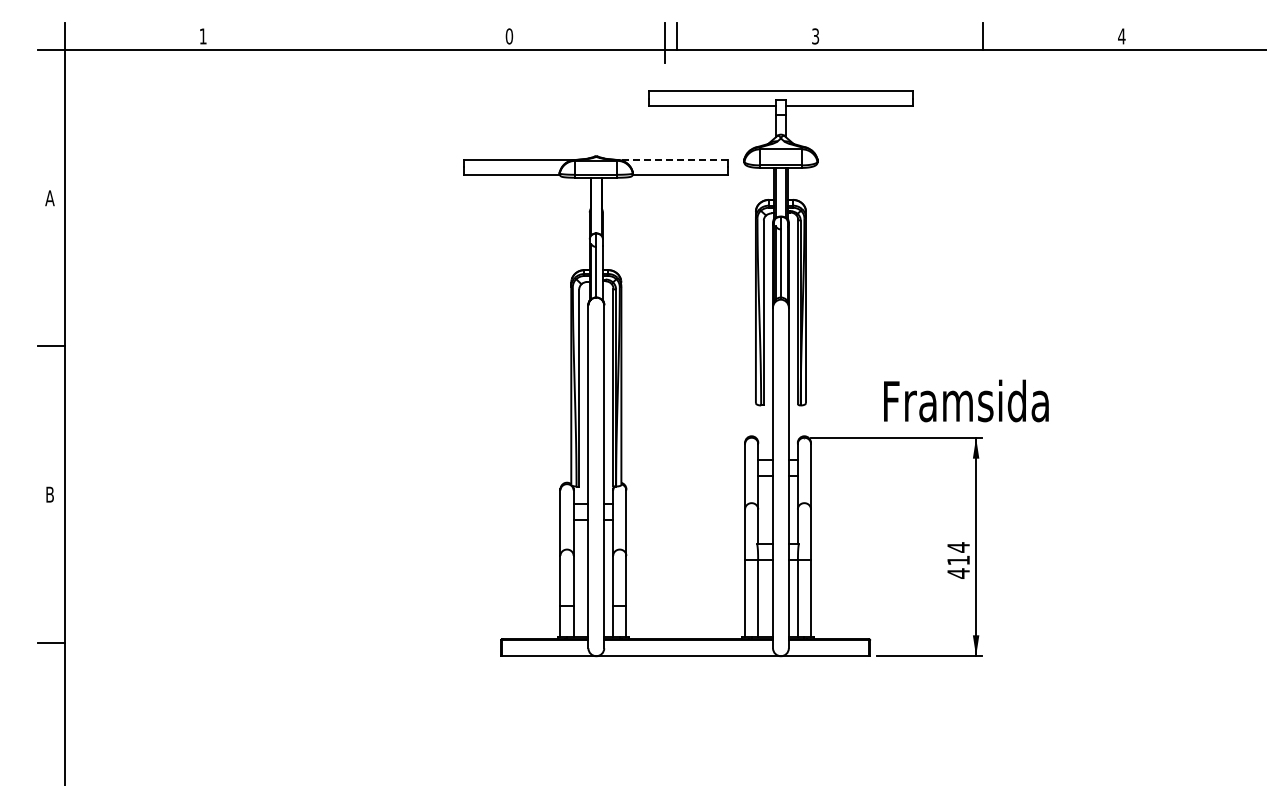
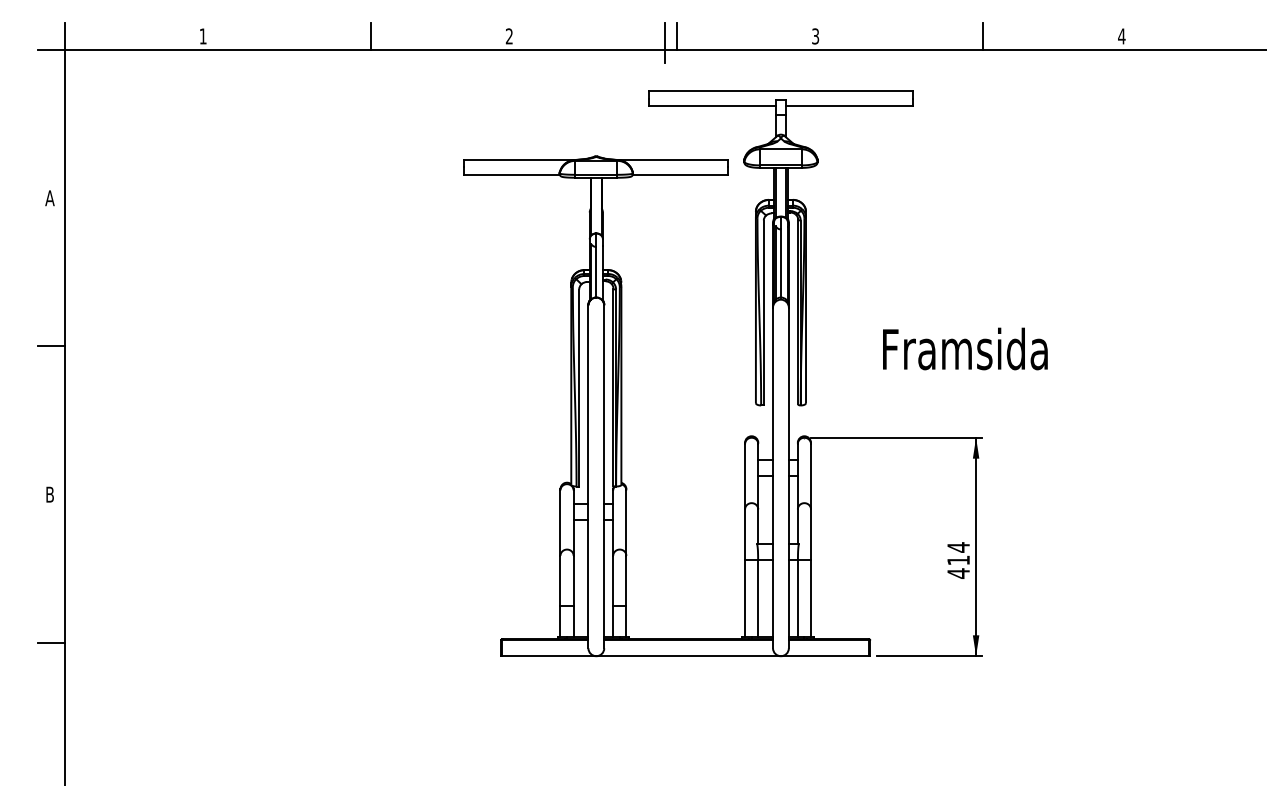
line at (370, 36): none -> present
text at (509, 36): 0 -> 2
line at (671, 159): dashed -> solid
text at (966, 400) position: (966, 400) -> (965, 348)
